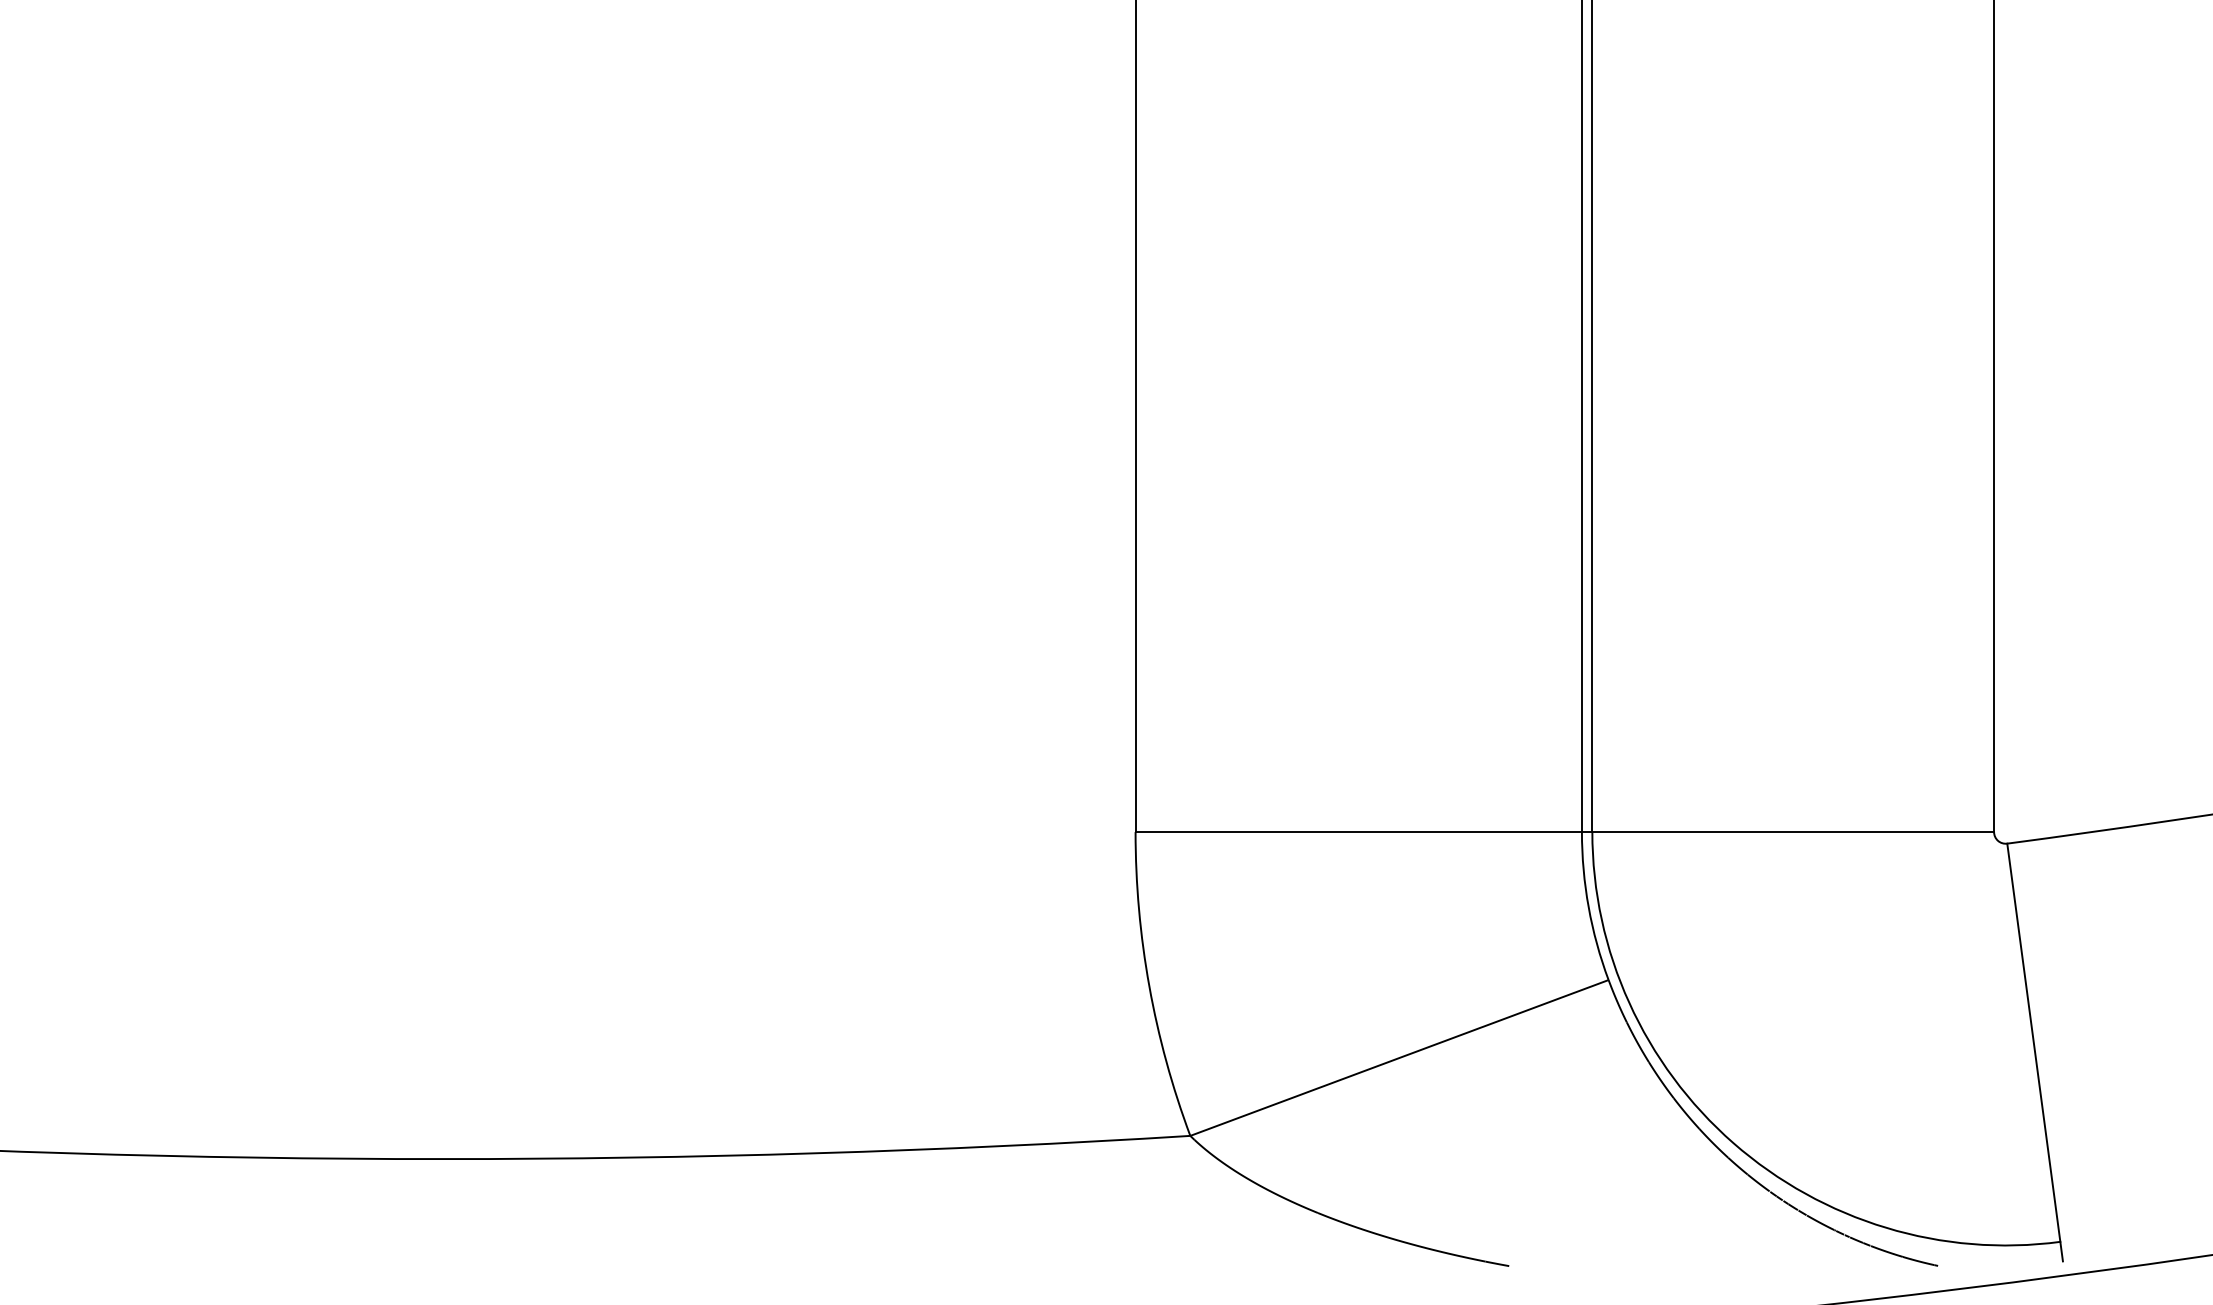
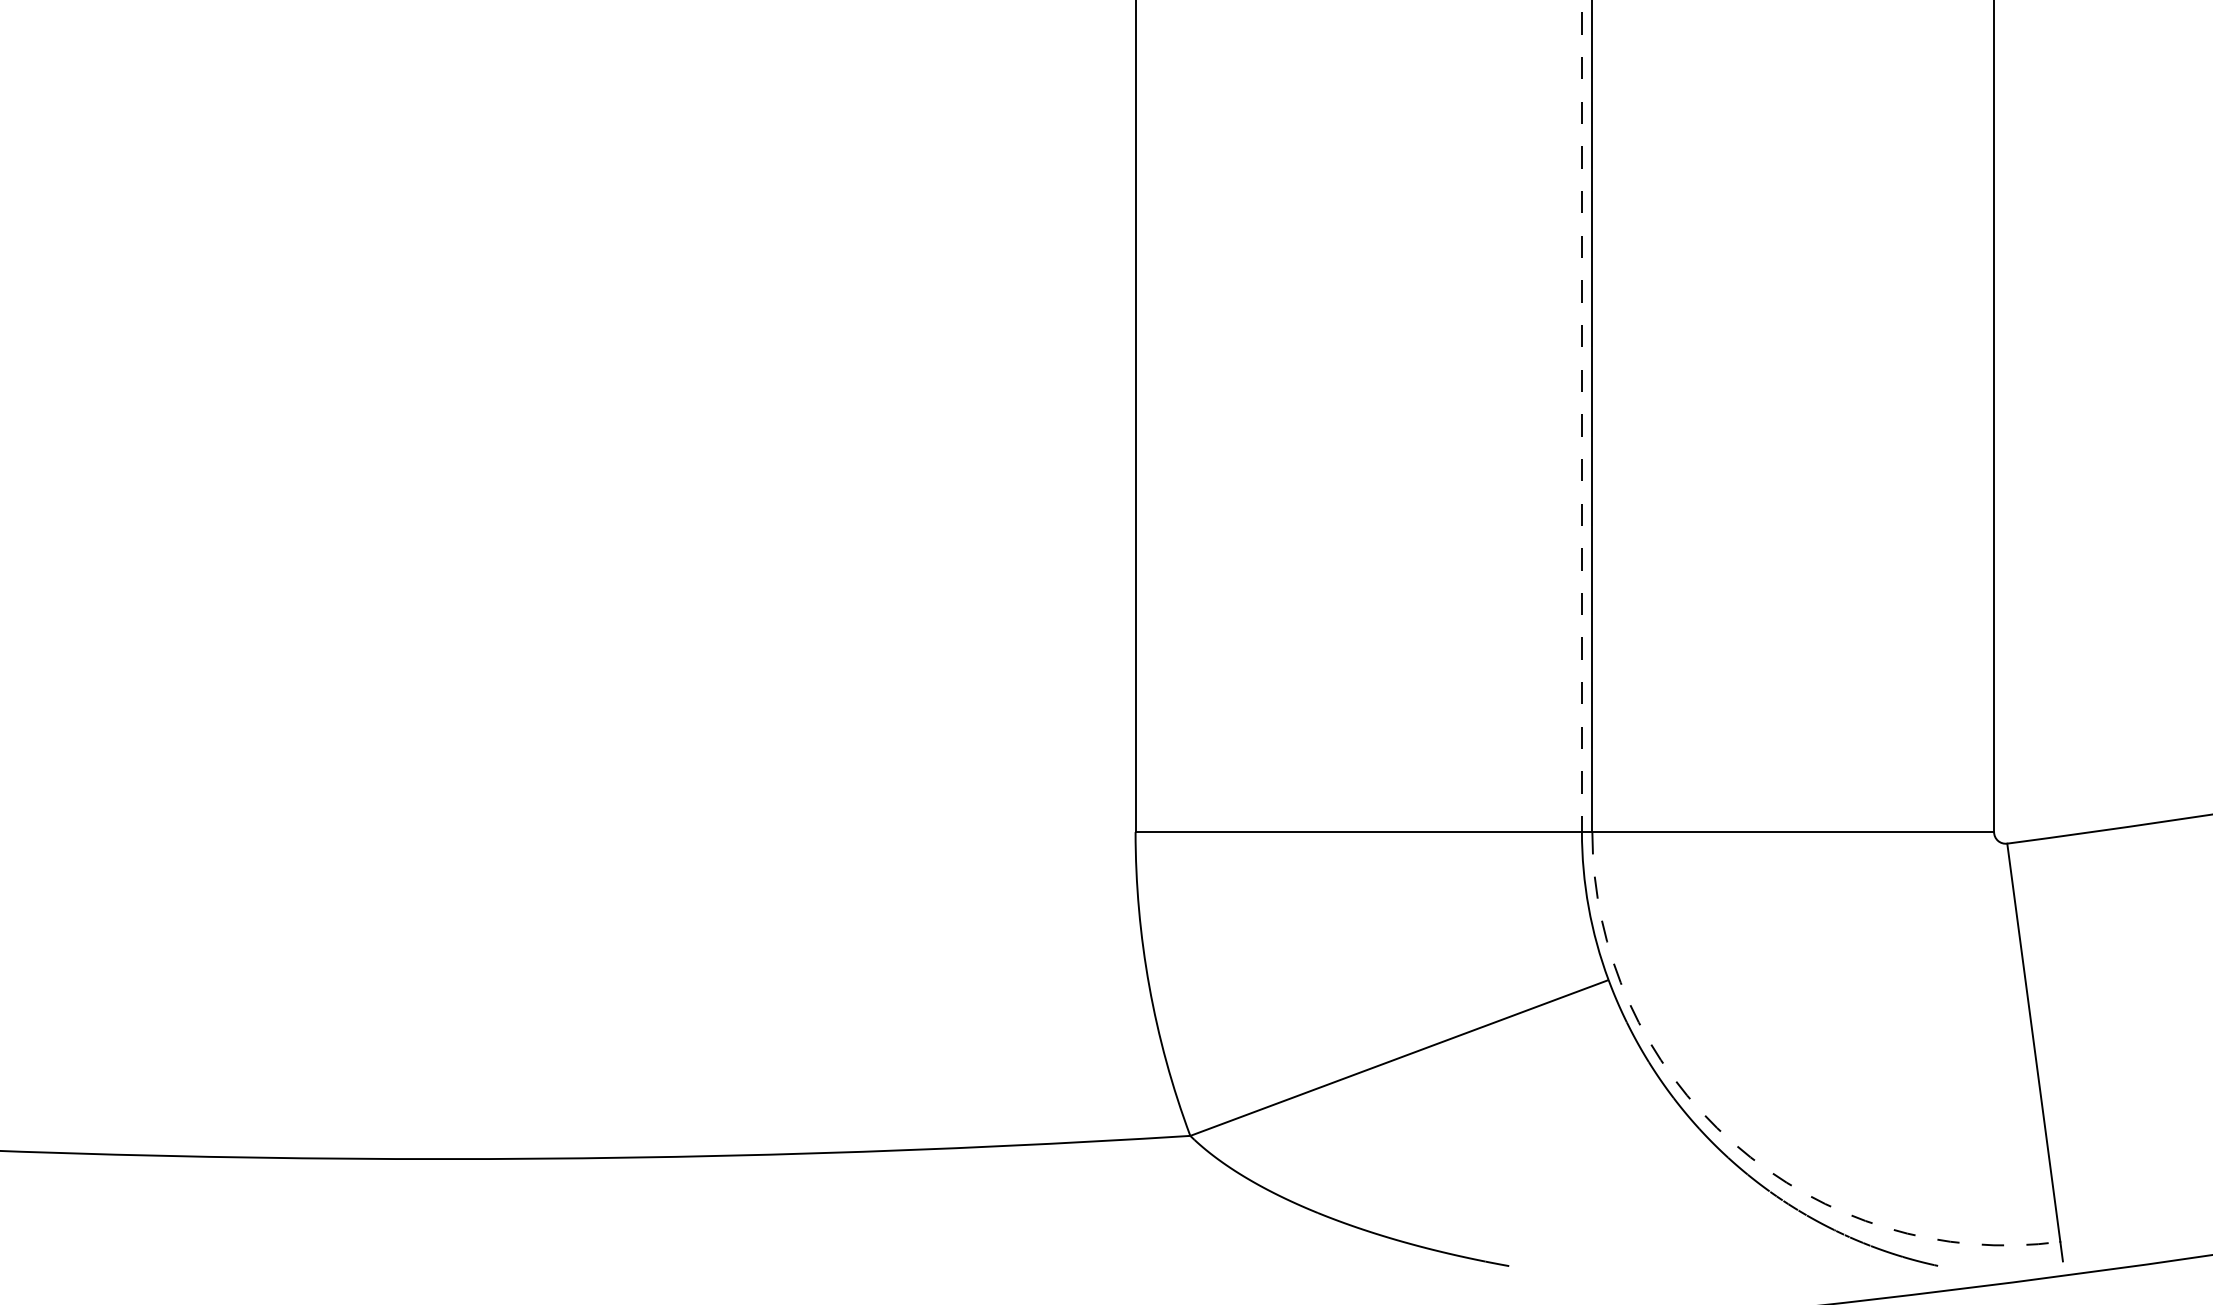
line at (1581, 416): solid -> dashed
arc at (1733, 1143): solid -> dashed
